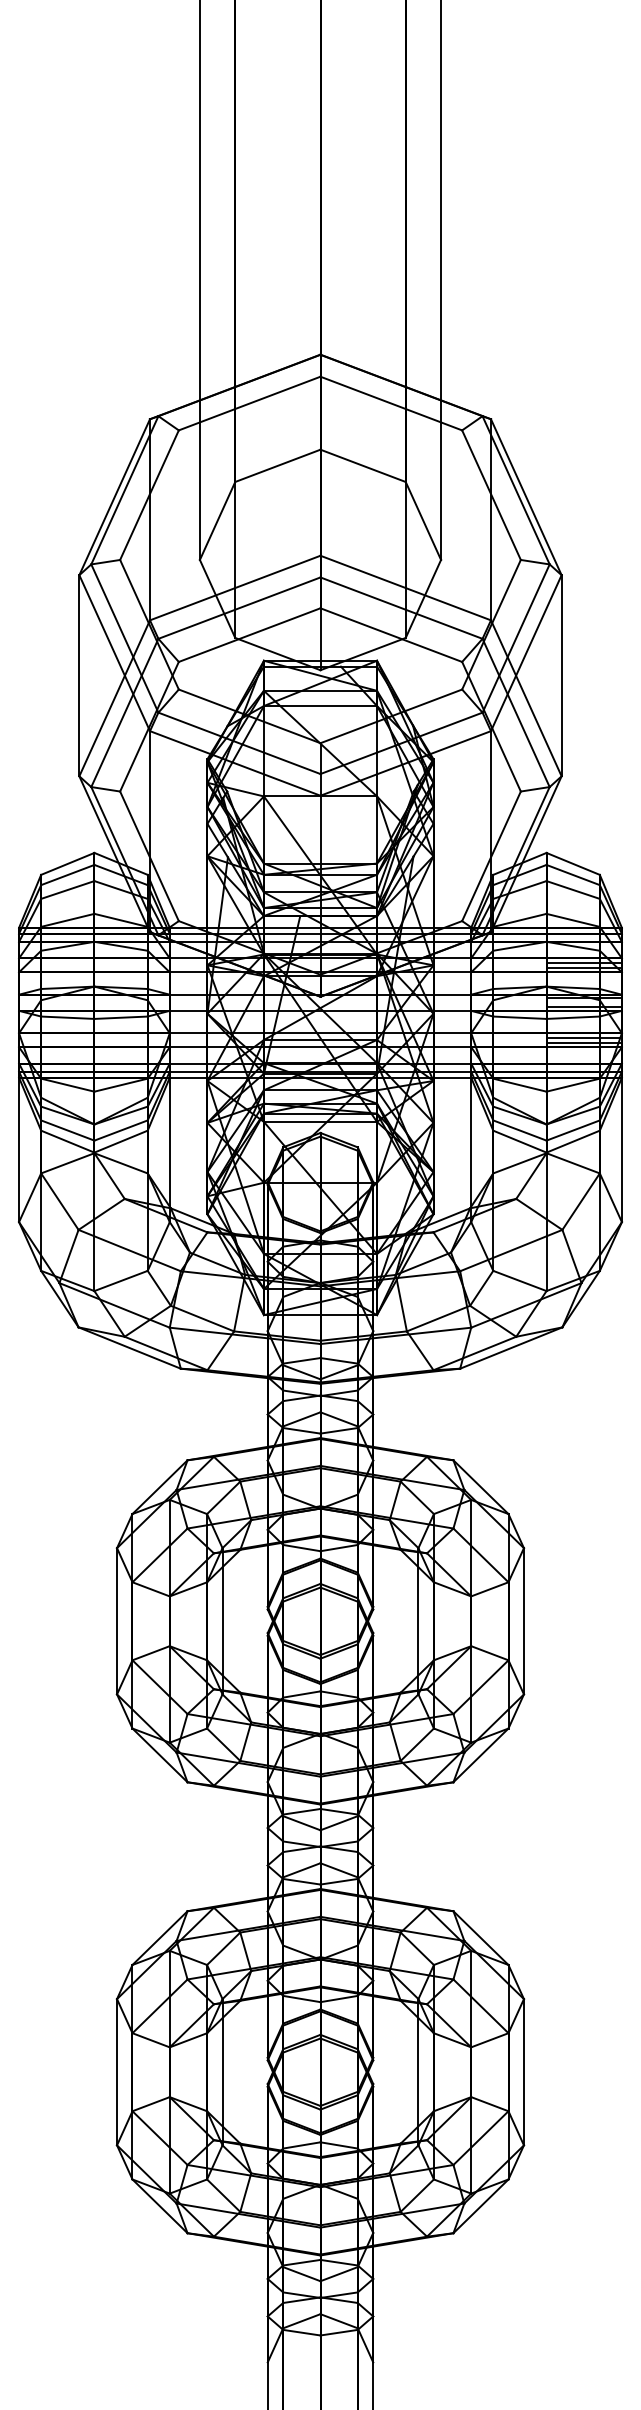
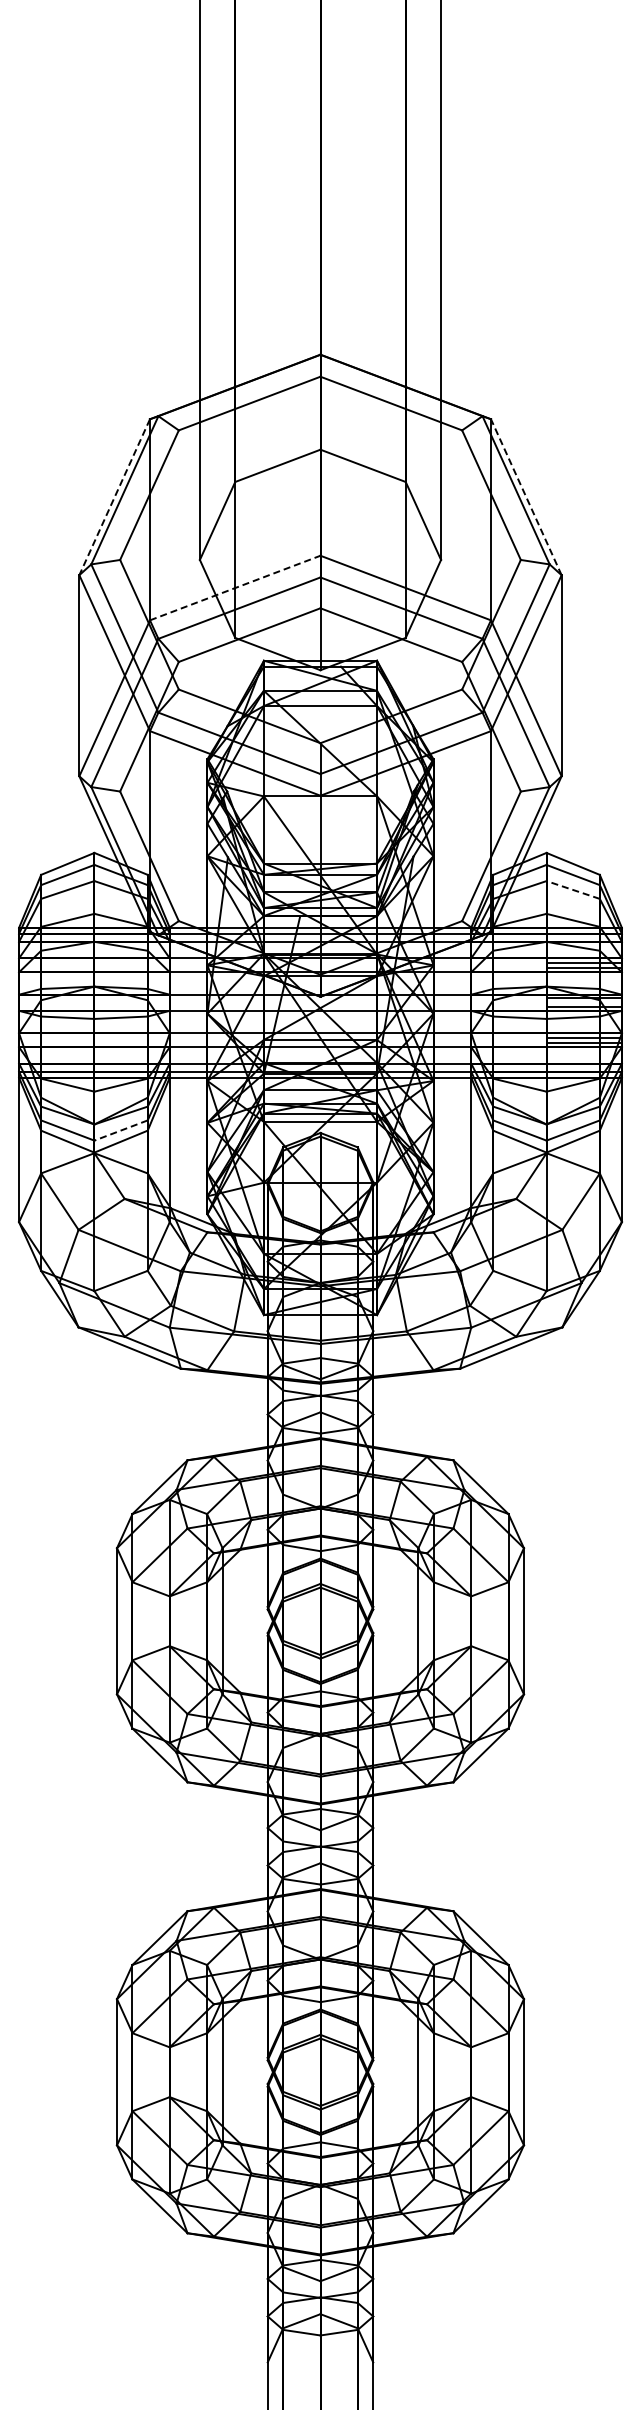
line at (114, 497): solid -> dashed
line at (526, 497): solid -> dashed
line at (235, 587): solid -> dashed
line at (572, 889): solid -> dashed
line at (120, 1130): solid -> dashed
